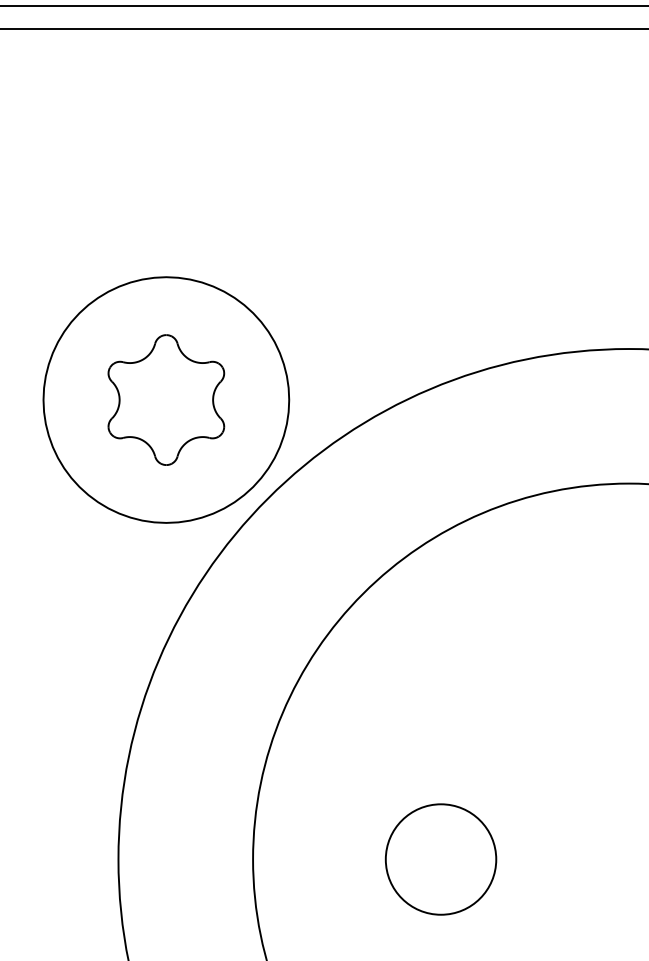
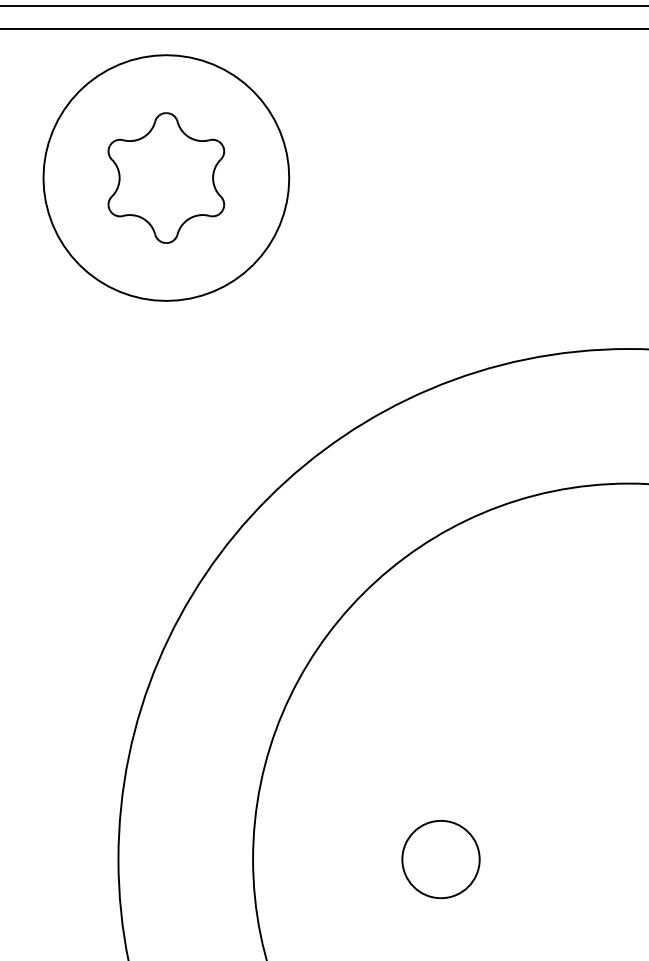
part at (166, 399) position: (166, 399) -> (166, 177)
circle at (440, 859) diameter: 110 px -> 77 px
